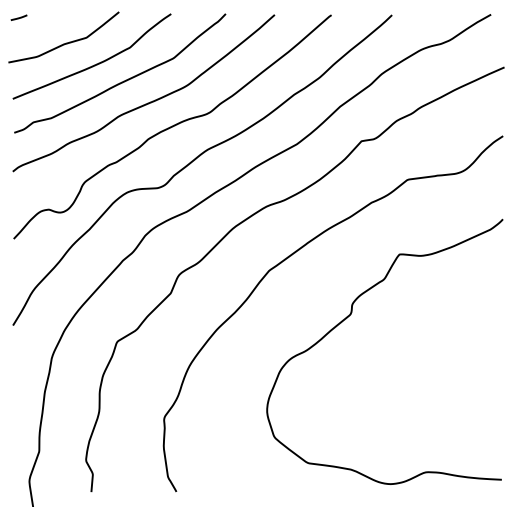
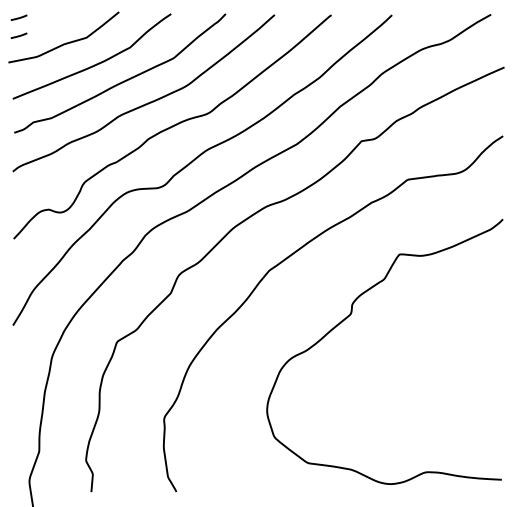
line at (18, 35): none -> present
